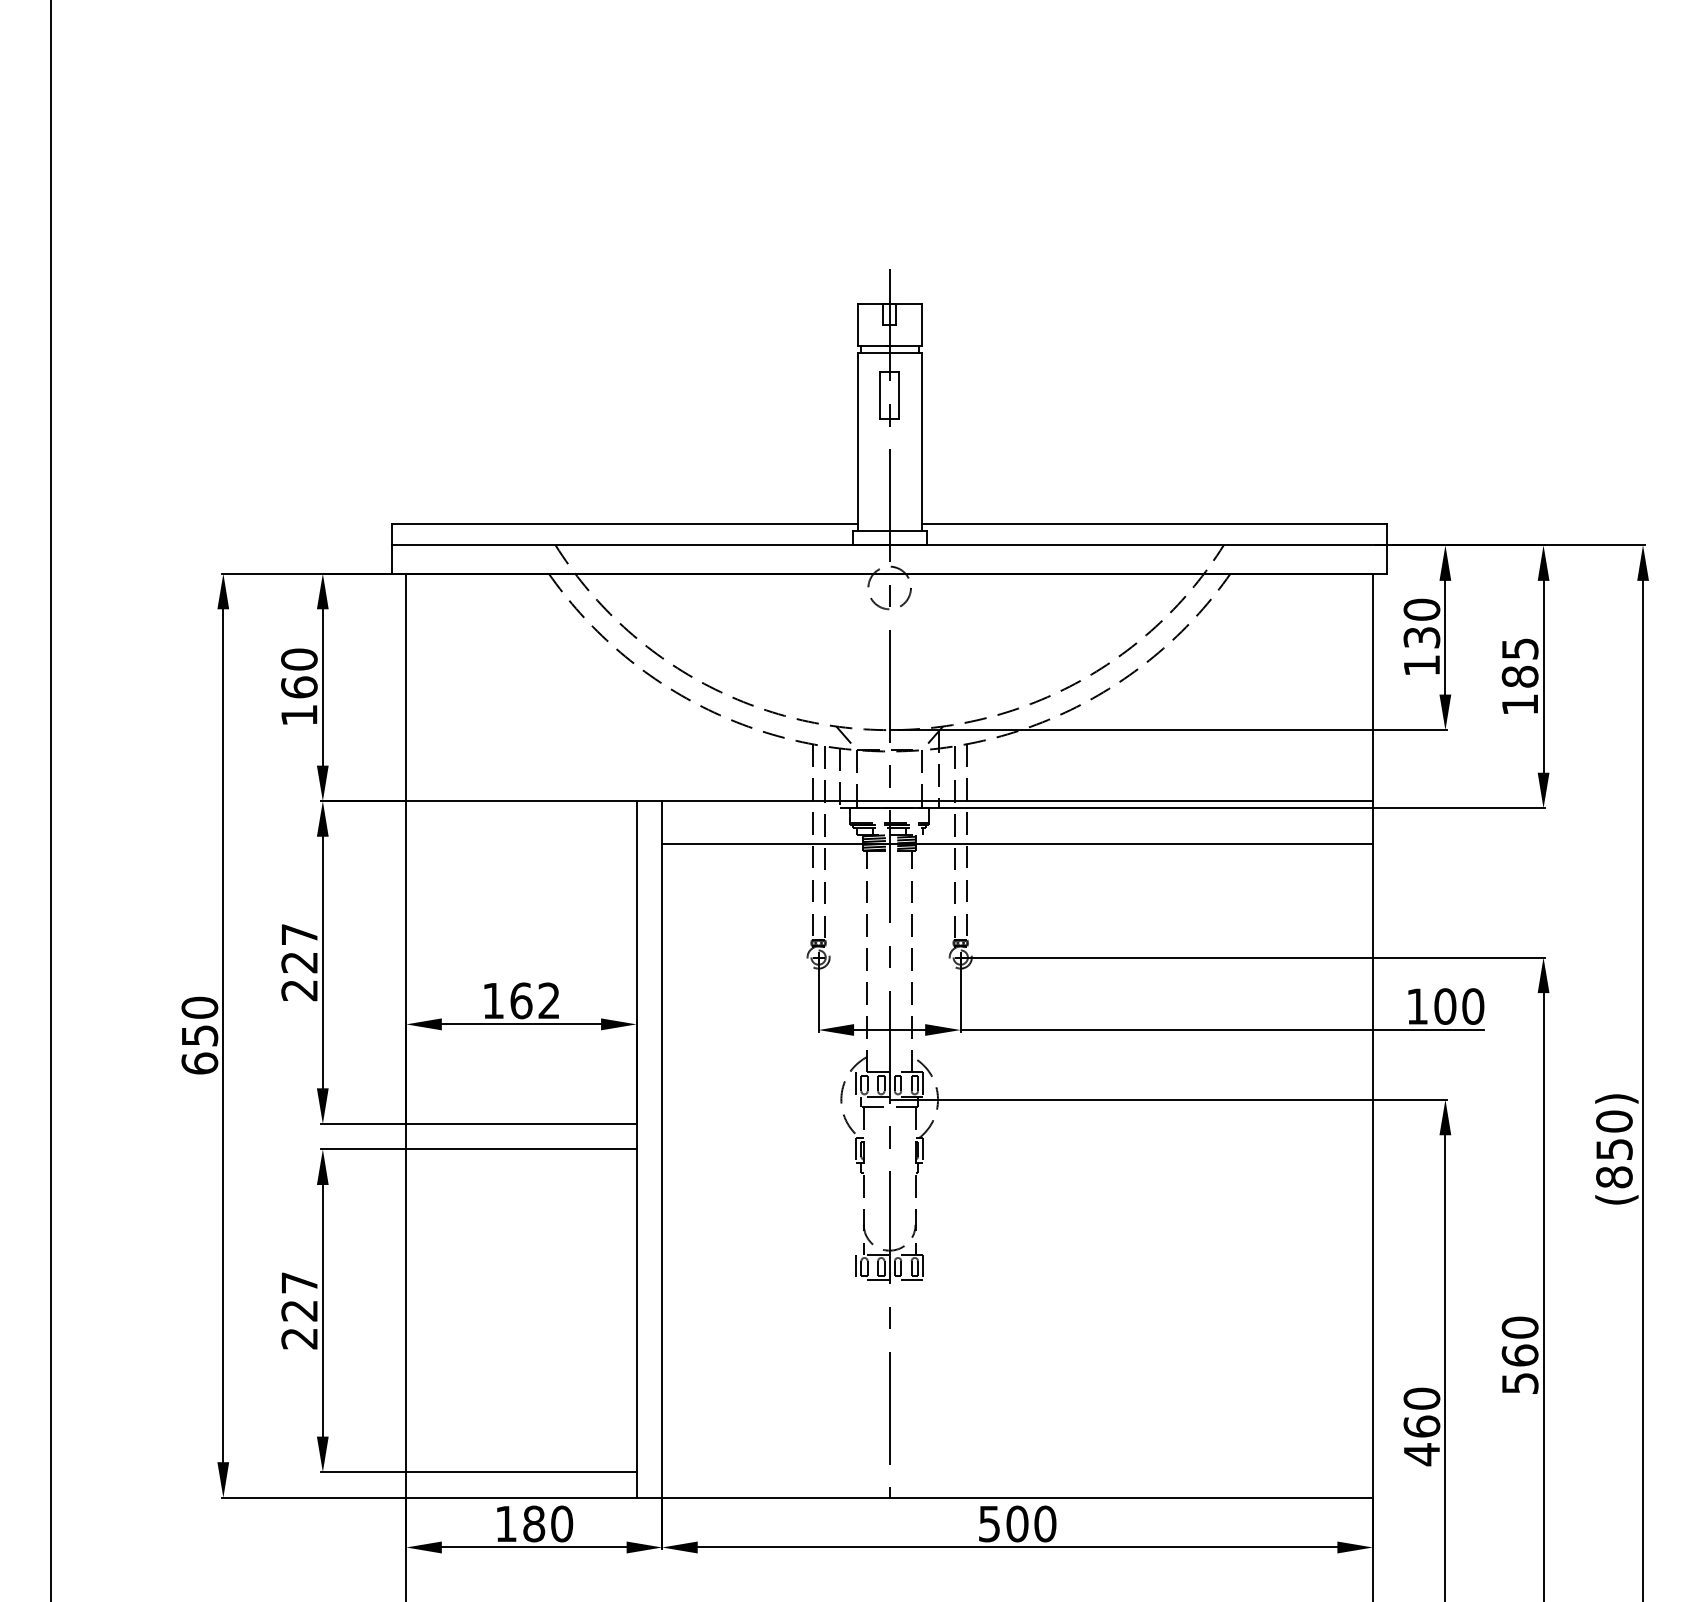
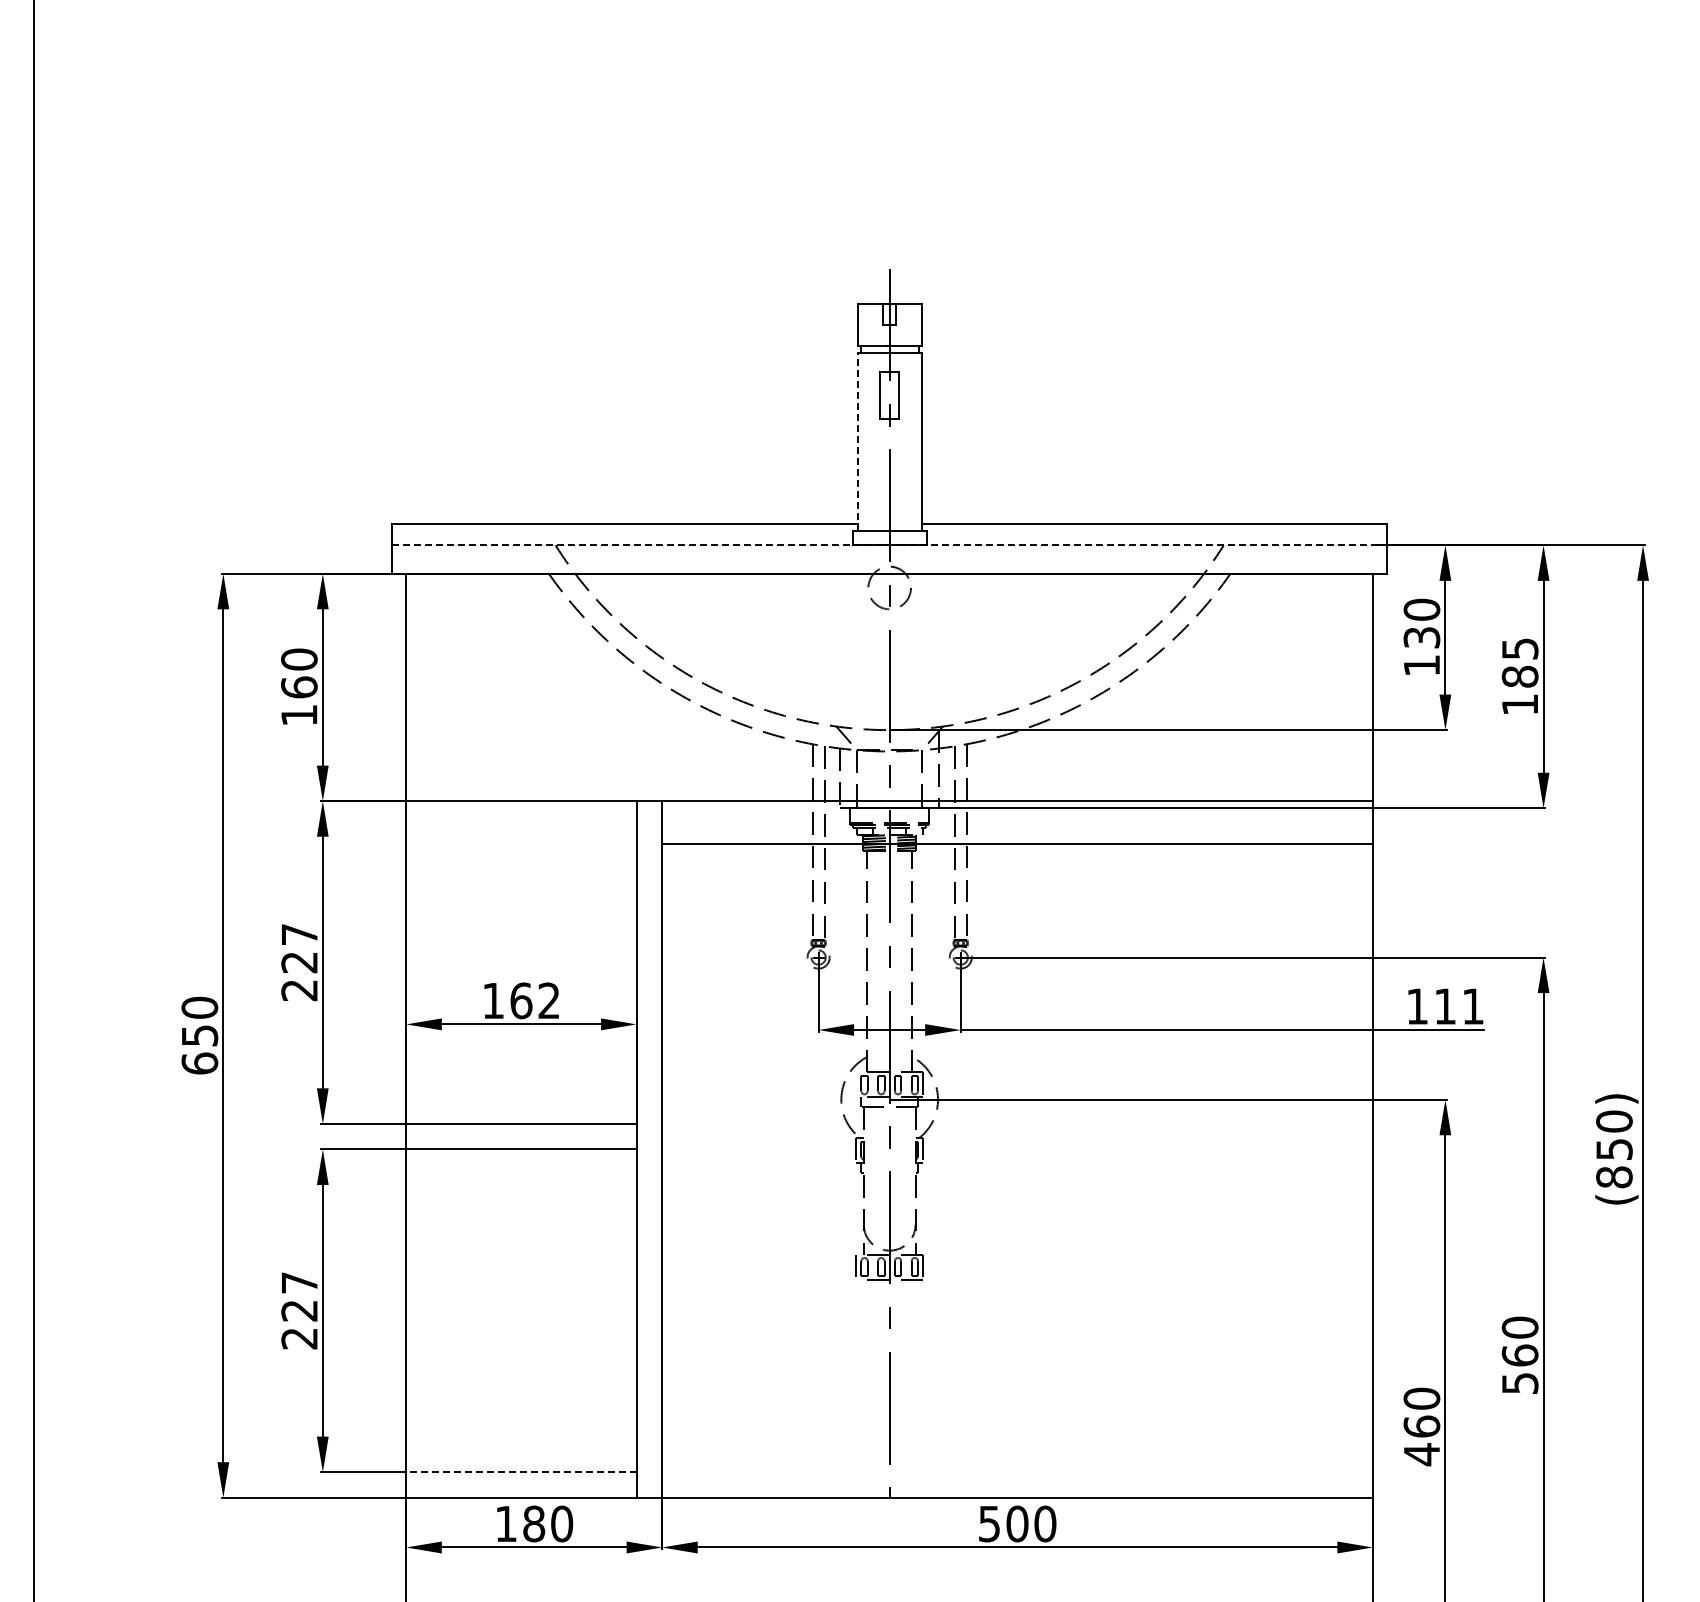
line at (857, 442): solid -> dashed
line at (889, 545): solid -> dashed
line at (50, 800) position: (50, 800) -> (33, 800)
text at (1459, 1006): 100 -> 111
line at (856, 1084): present -> none
line at (521, 1472): solid -> dashed
